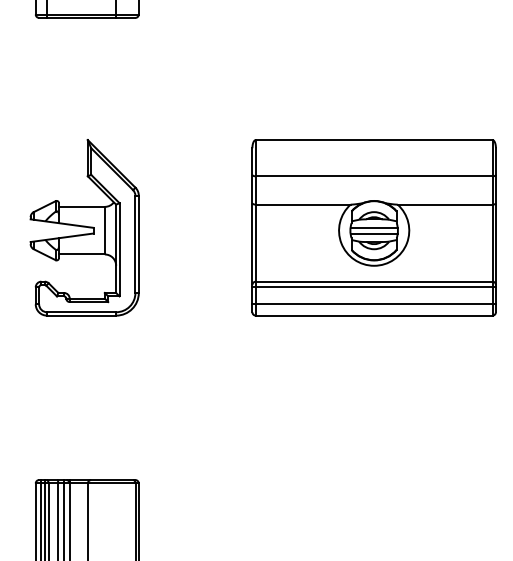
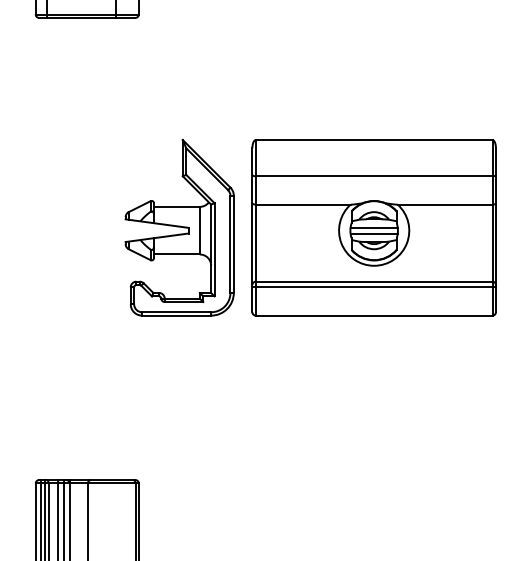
part at (84, 227) position: (84, 227) -> (179, 227)
line at (373, 304): present -> none
